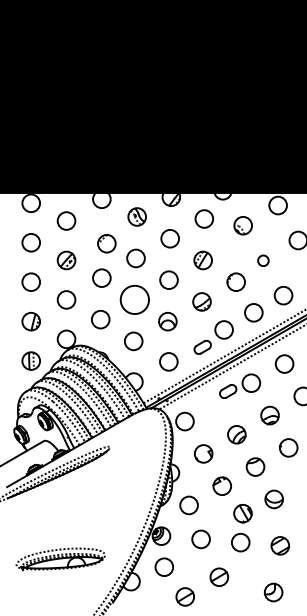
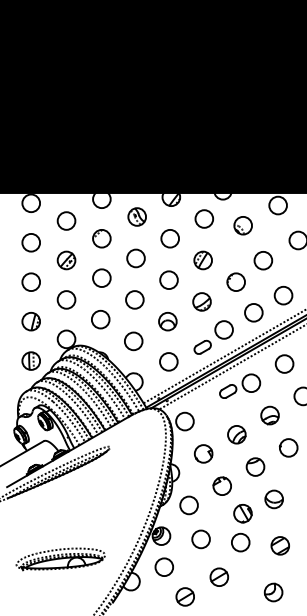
circle at (106, 243) position: (106, 243) -> (101, 238)
circle at (263, 260) size: 13x13 px -> 21x20 px
circle at (134, 299) diameter: 28 px -> 18 px
